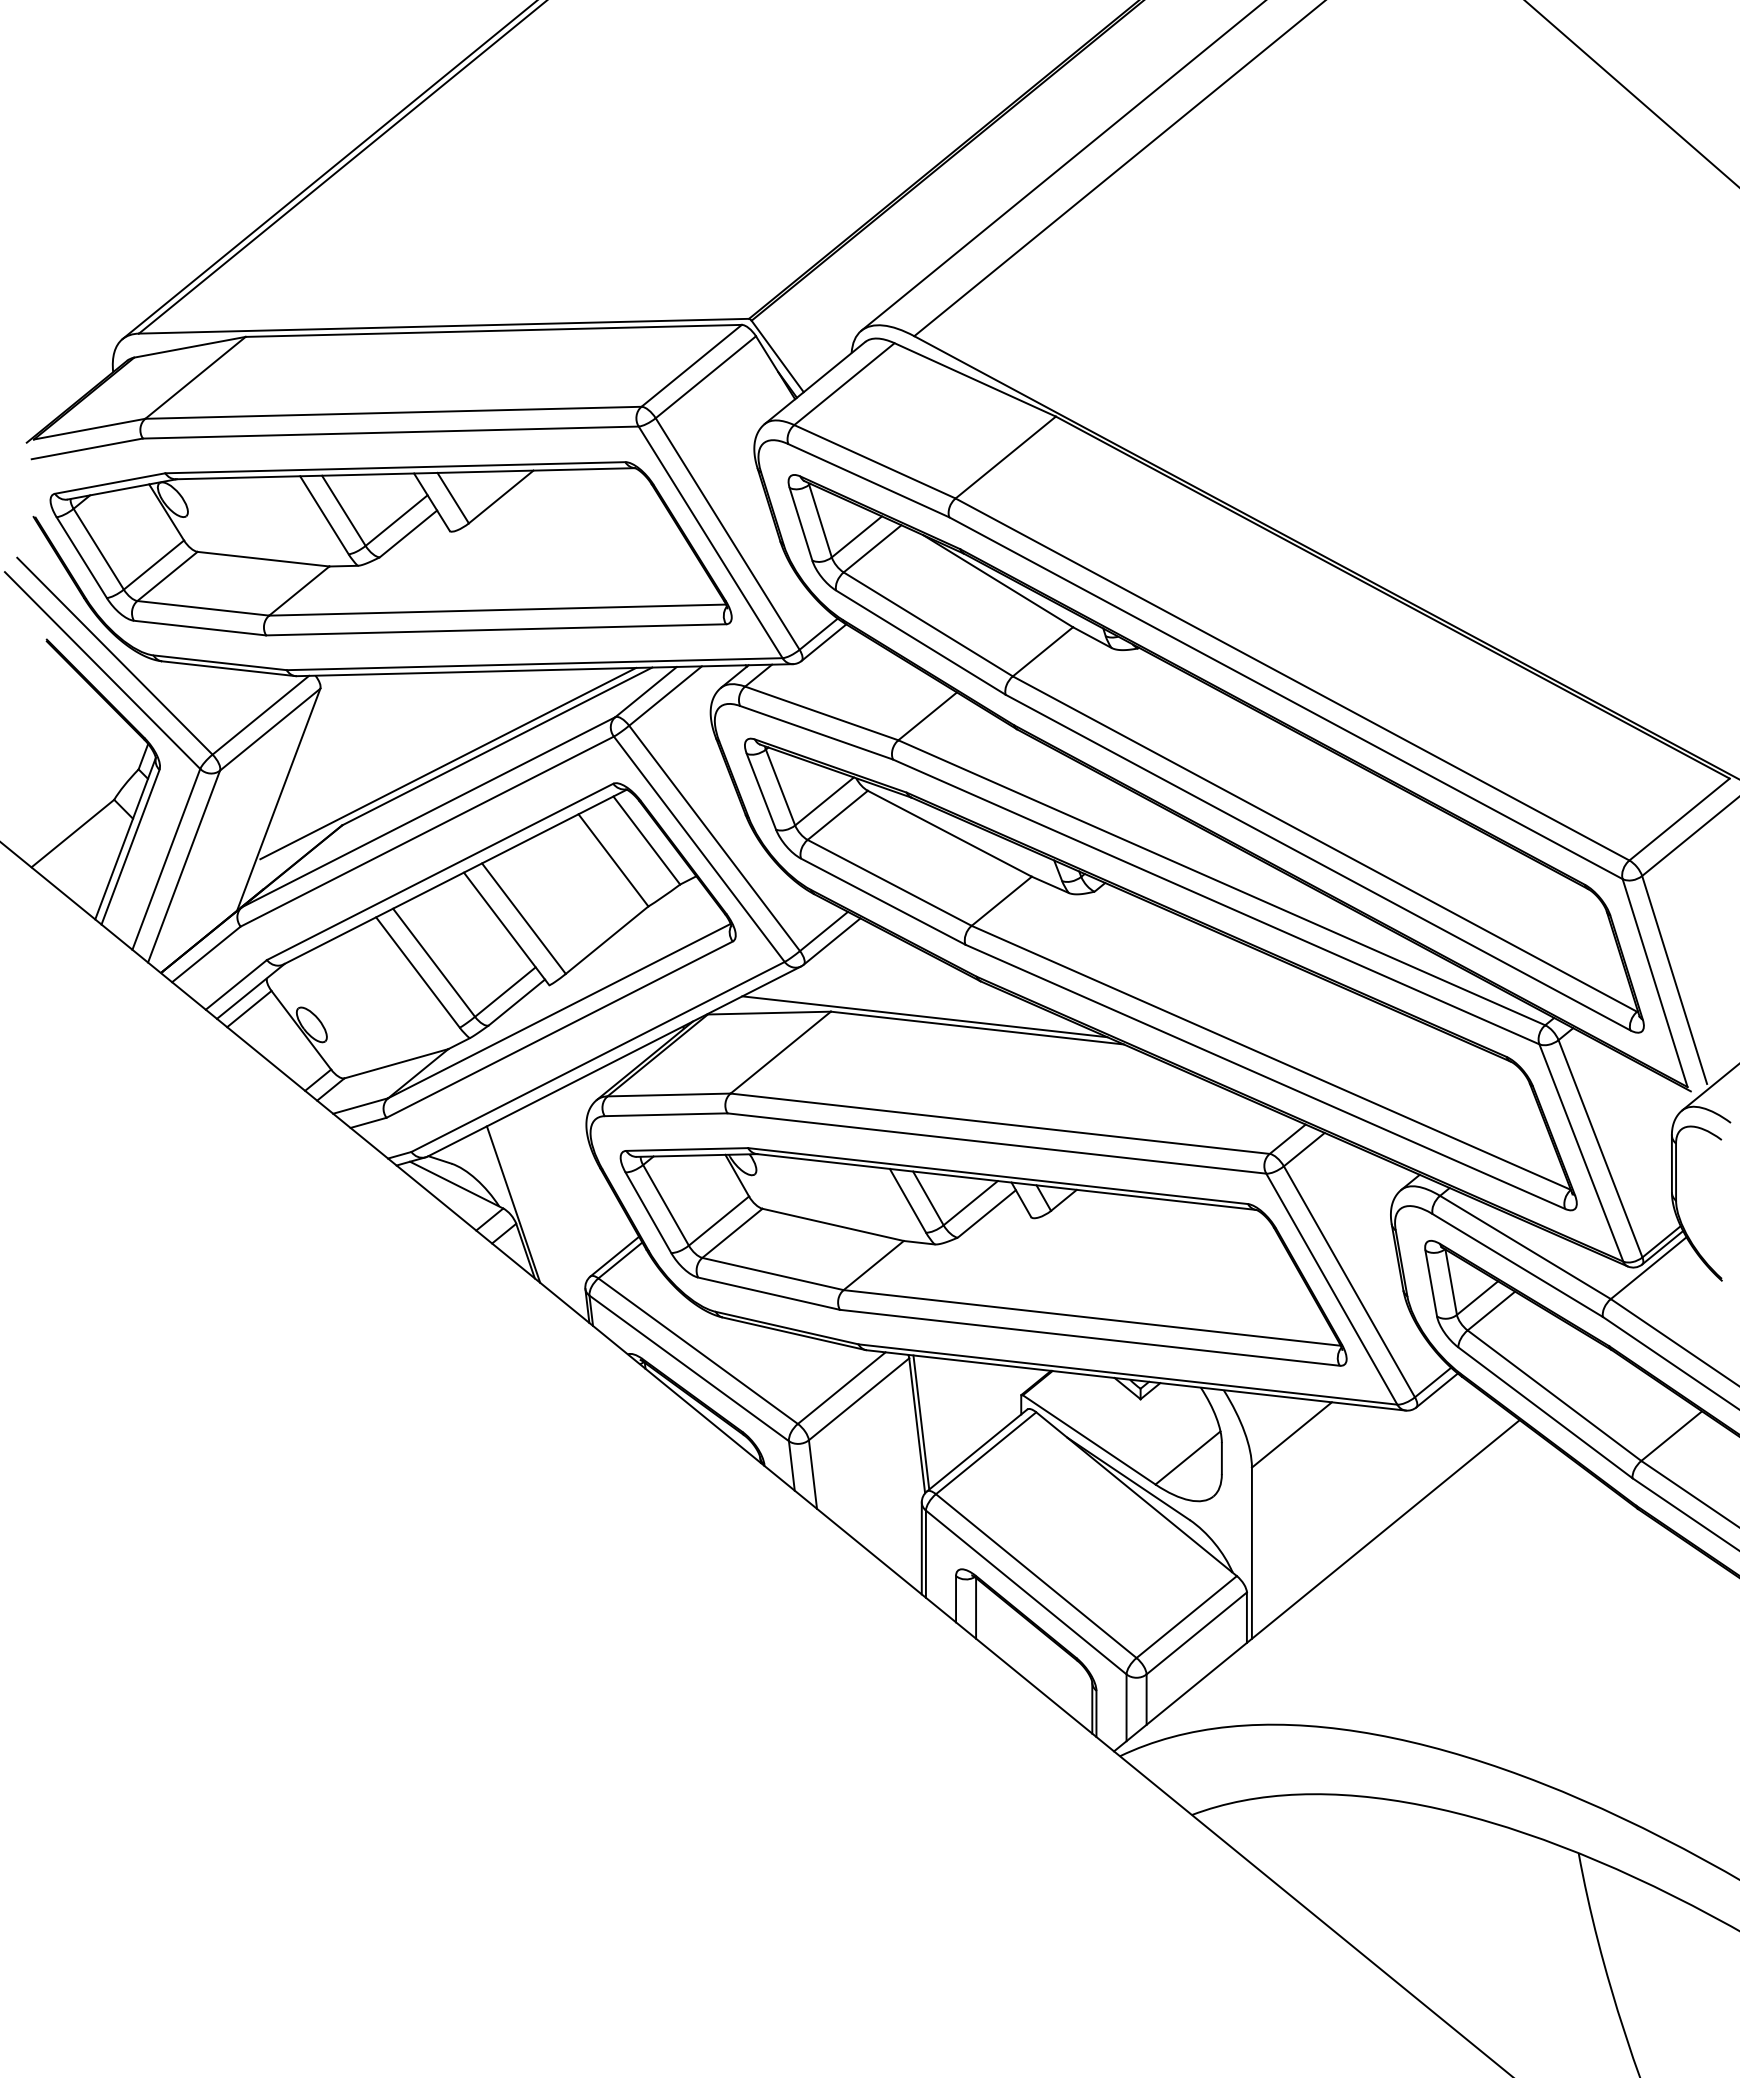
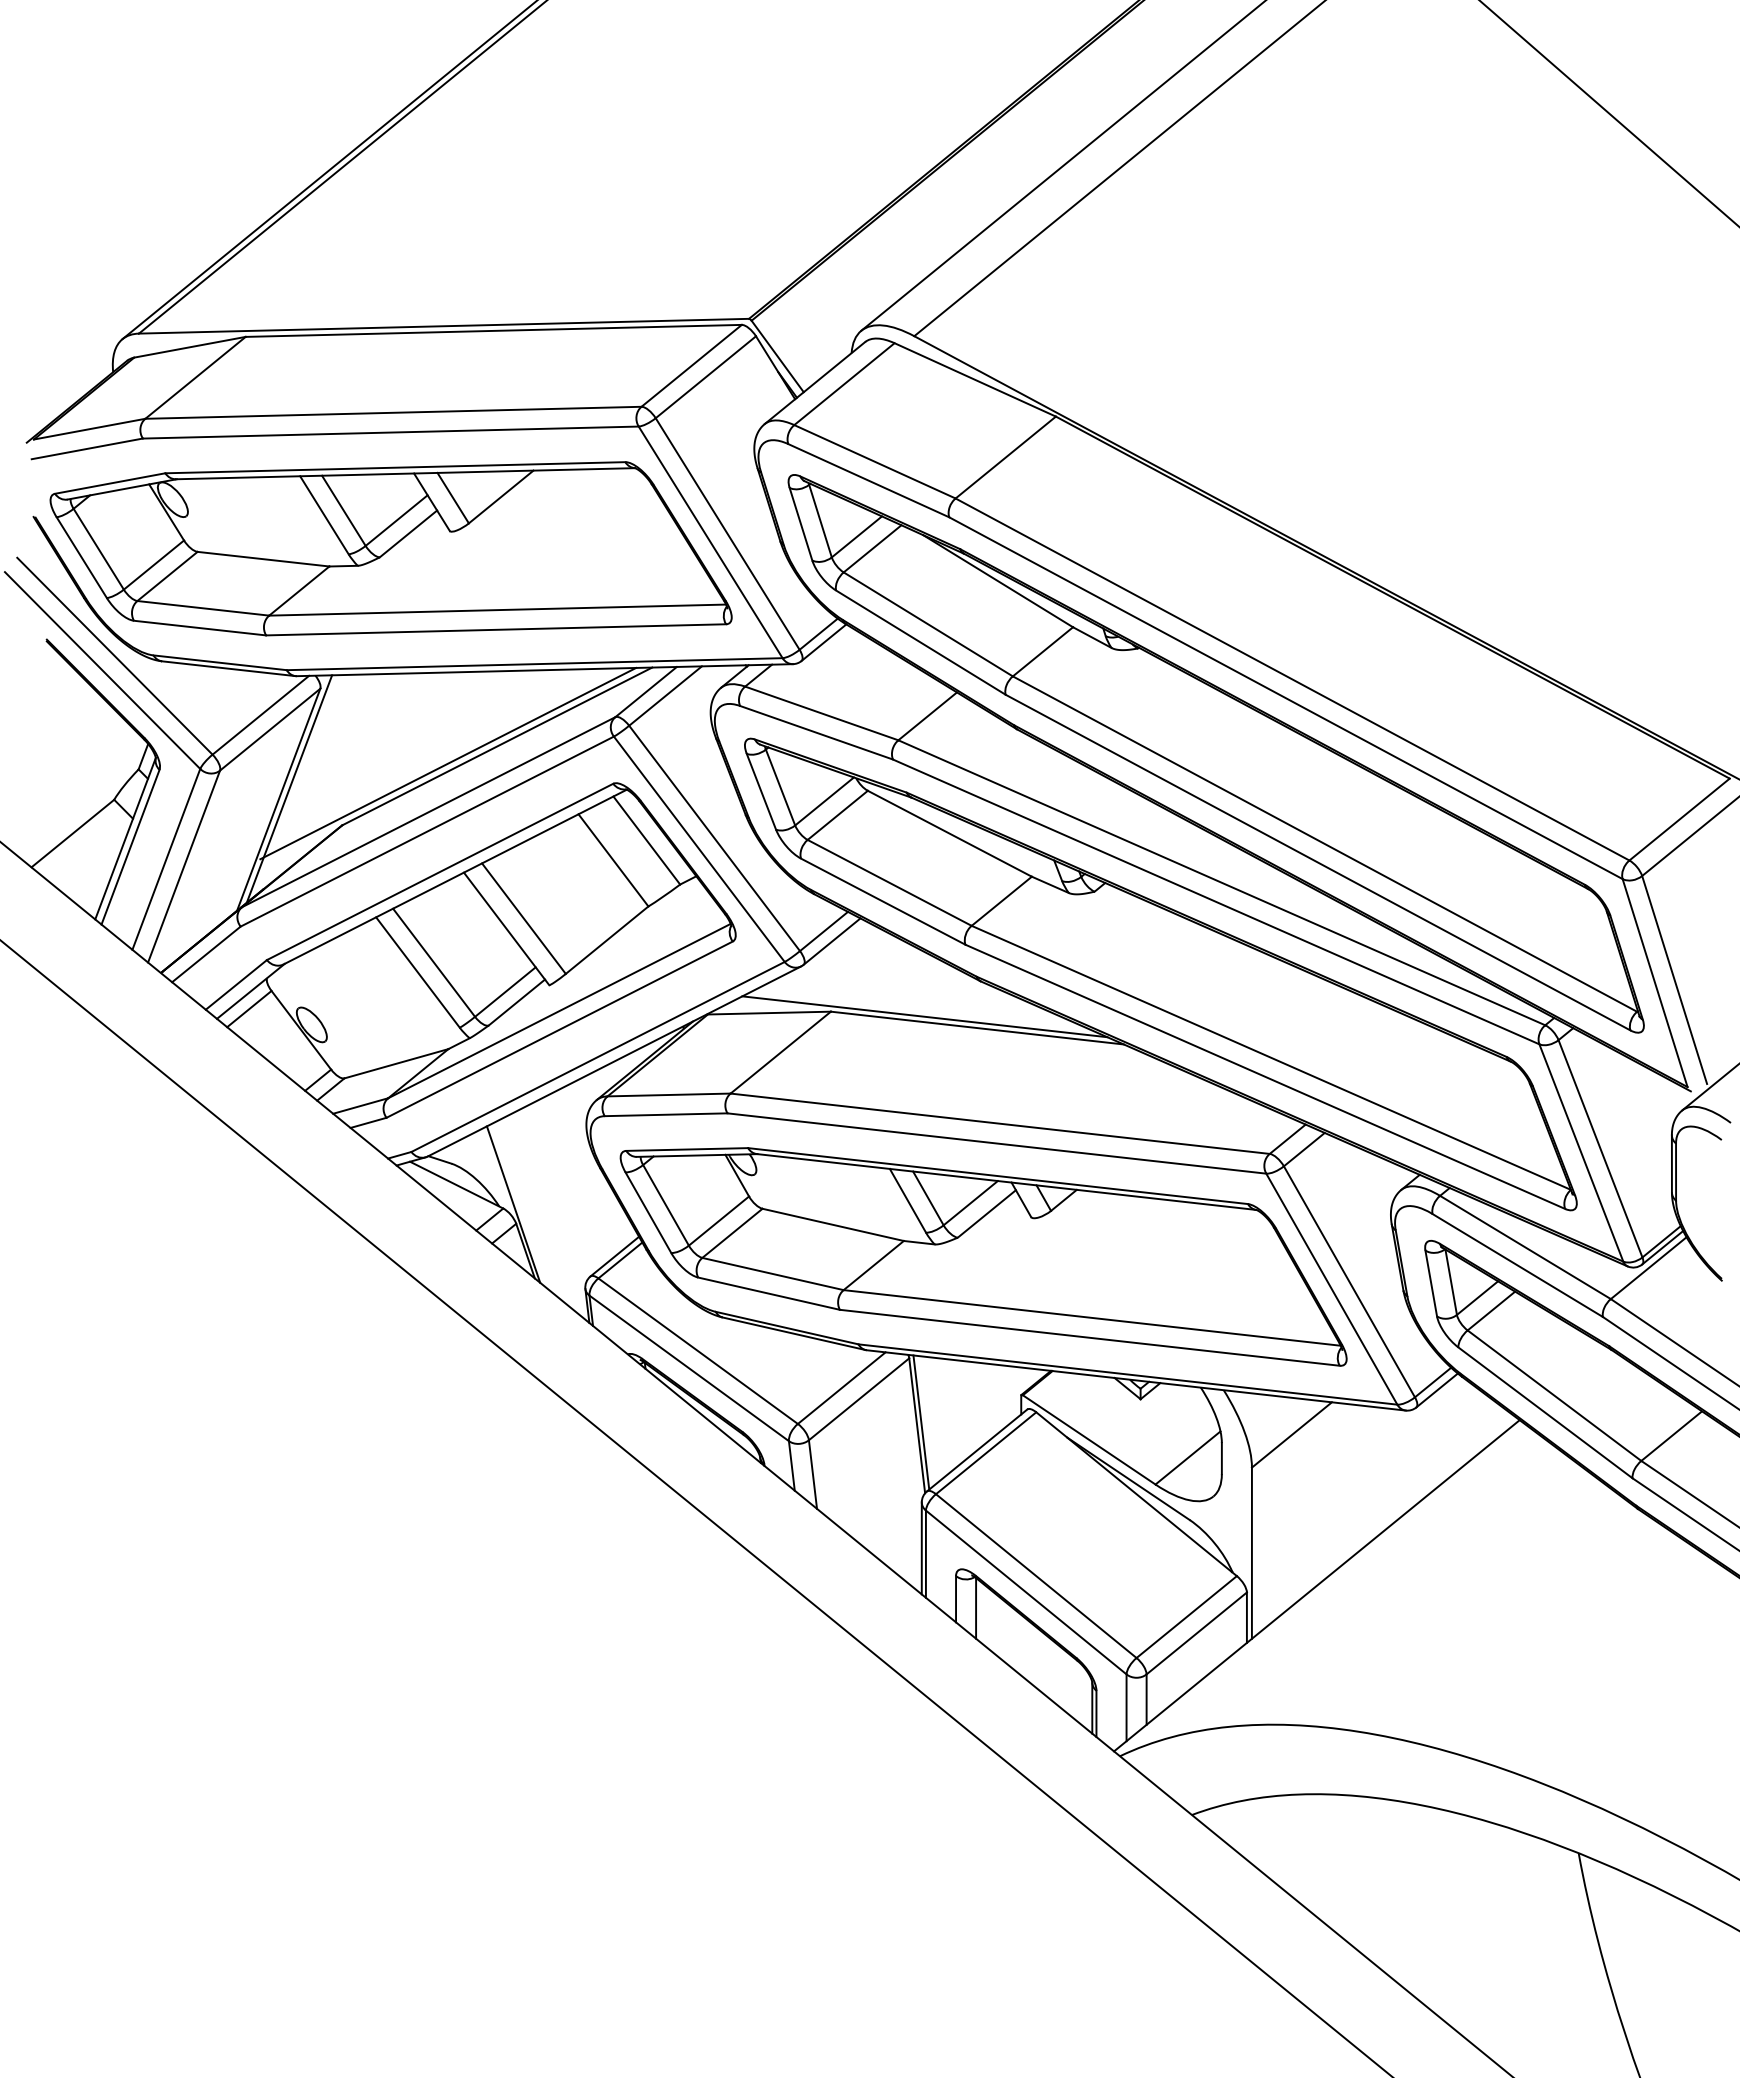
line at (1631, 93) position: (1631, 93) -> (1608, 113)
line at (289, 788): none -> present
line at (695, 1508): none -> present
